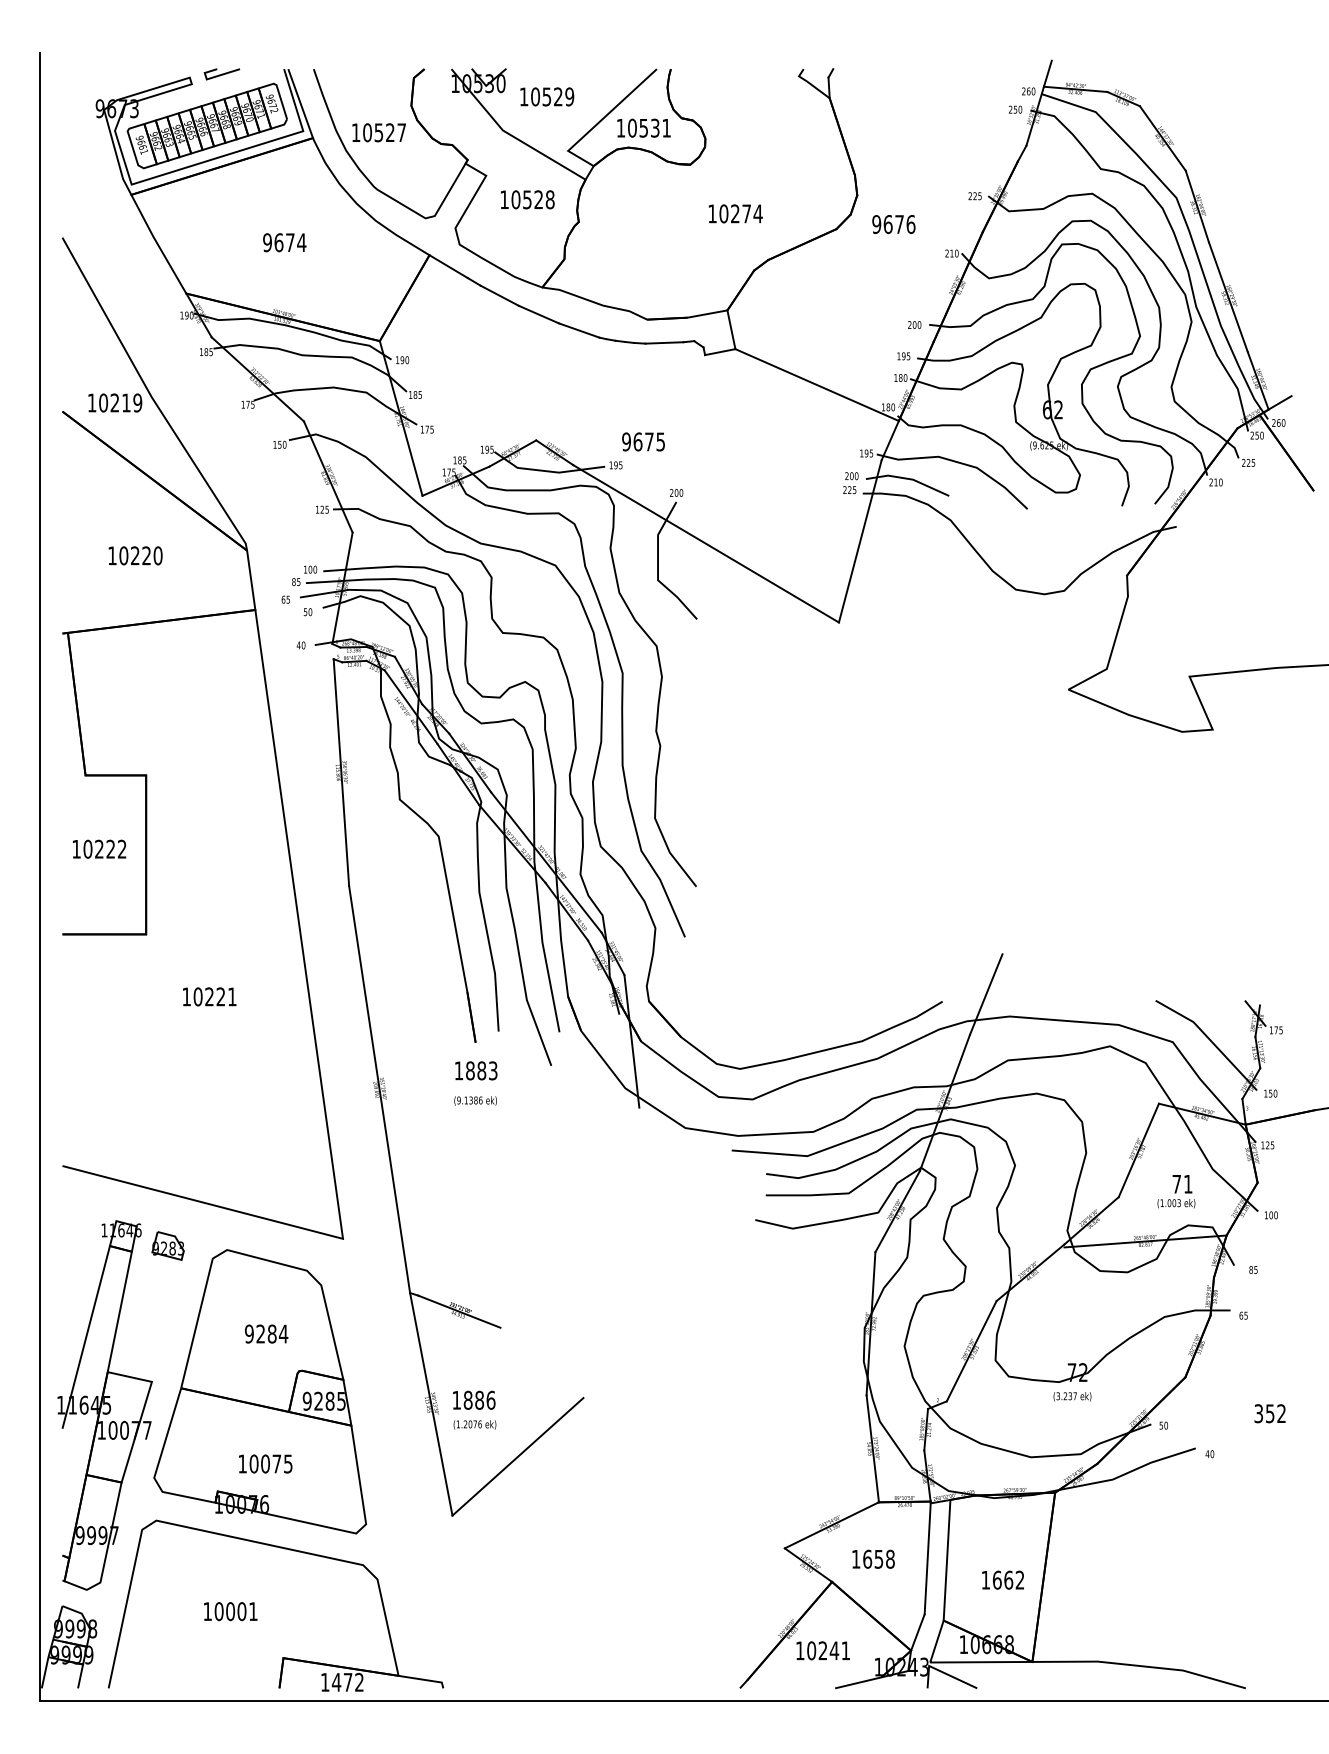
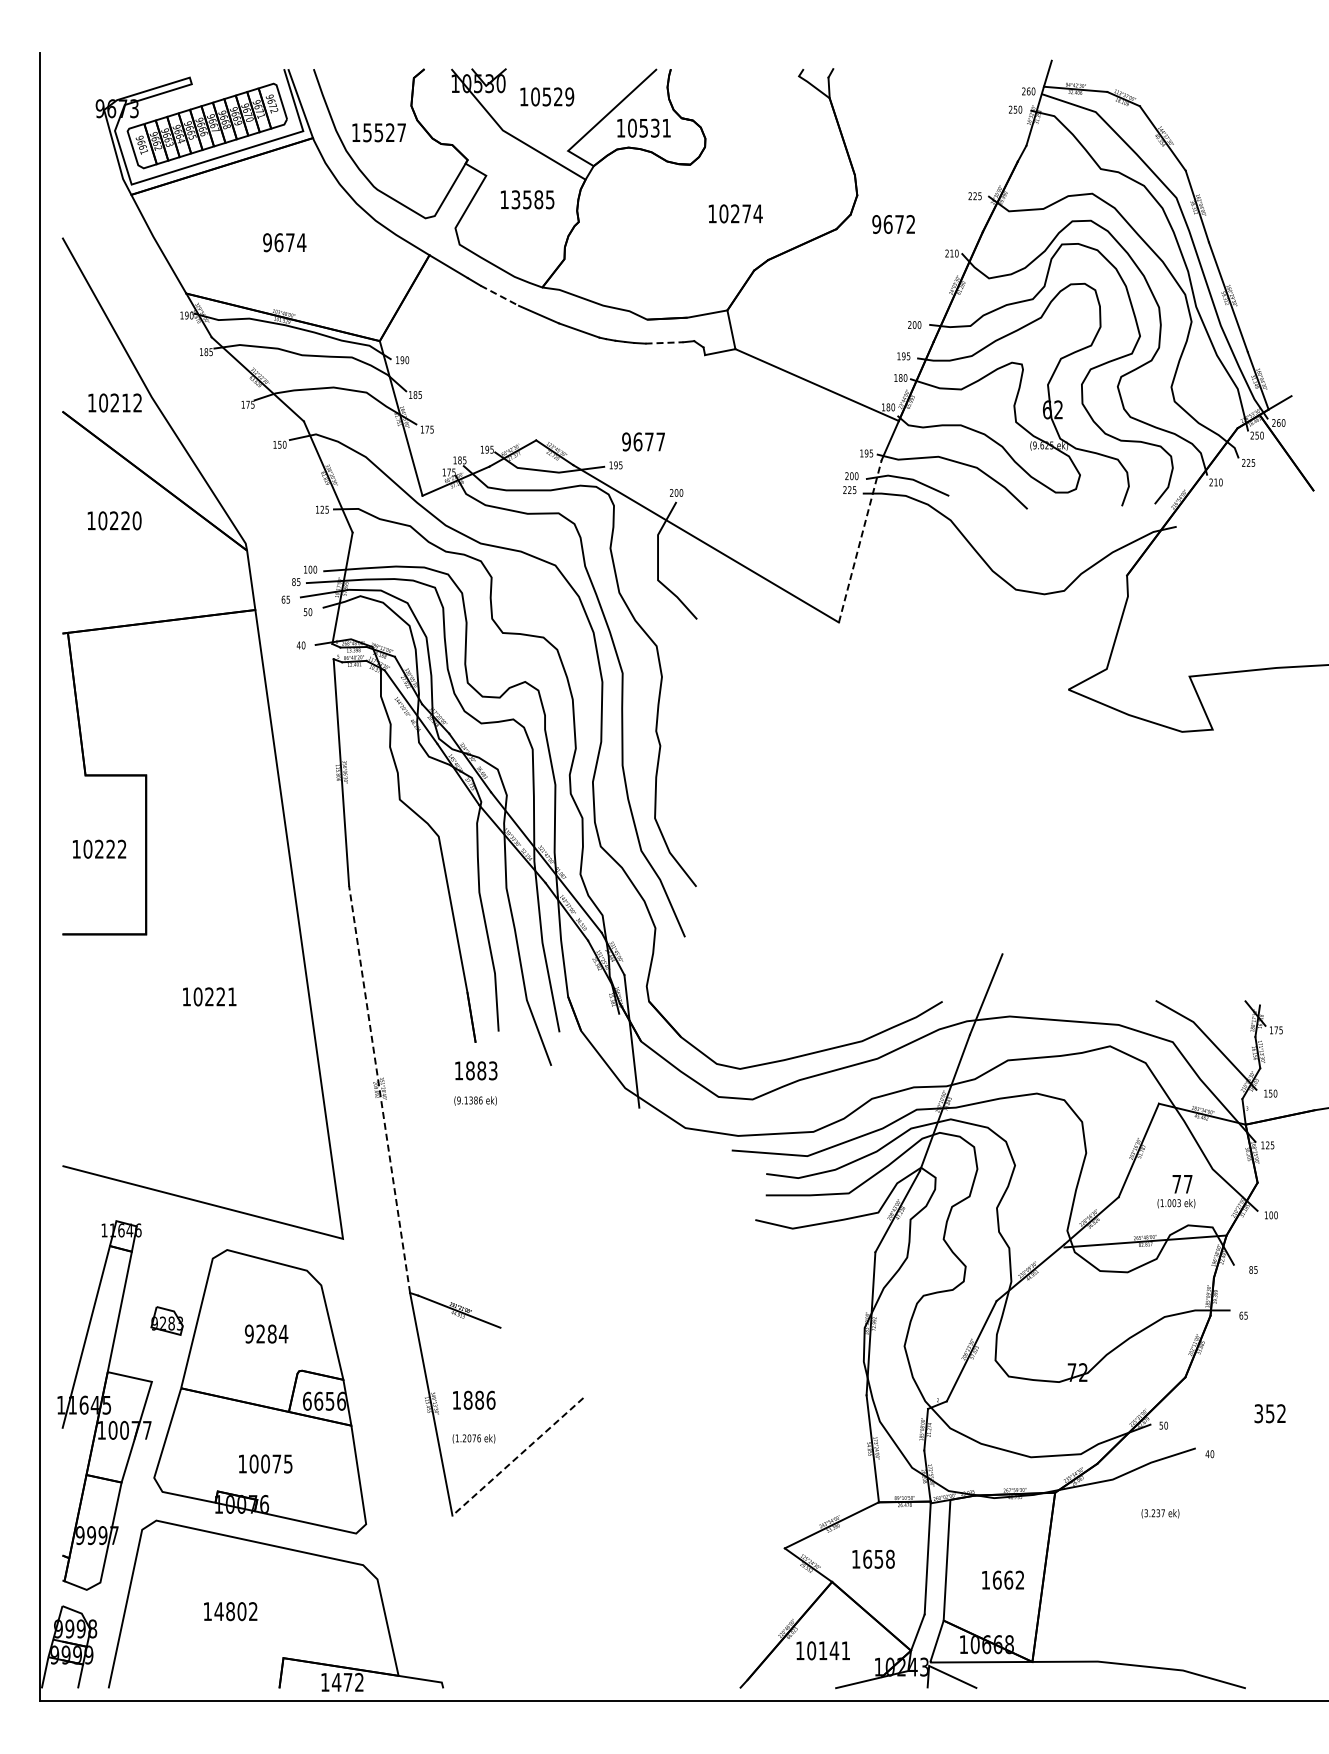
line at (221, 74): present -> none
text at (367, 132): 10527 -> 15527
text at (532, 199): 10528 -> 13585
text at (910, 224): 9676 -> 9672
line at (499, 295): solid -> dashed
line at (665, 342): solid -> dashed
text at (137, 402): 10219 -> 10212
text at (660, 441): 9675 -> 9677
line at (860, 541): solid -> dashed
text at (135, 555) position: (135, 555) -> (114, 520)
line at (379, 1089): solid -> dashed
text at (1188, 1184): 71 -> 77
part at (167, 1245) position: (167, 1245) -> (166, 1320)
text at (1072, 1396) position: (1072, 1396) -> (1160, 1513)
text at (324, 1400): 9285 -> 6656
text at (474, 1424) position: (474, 1424) -> (473, 1438)
line at (517, 1457): solid -> dashed
text at (235, 1611): 10001 -> 14802
text at (822, 1650): 10241 -> 10141
